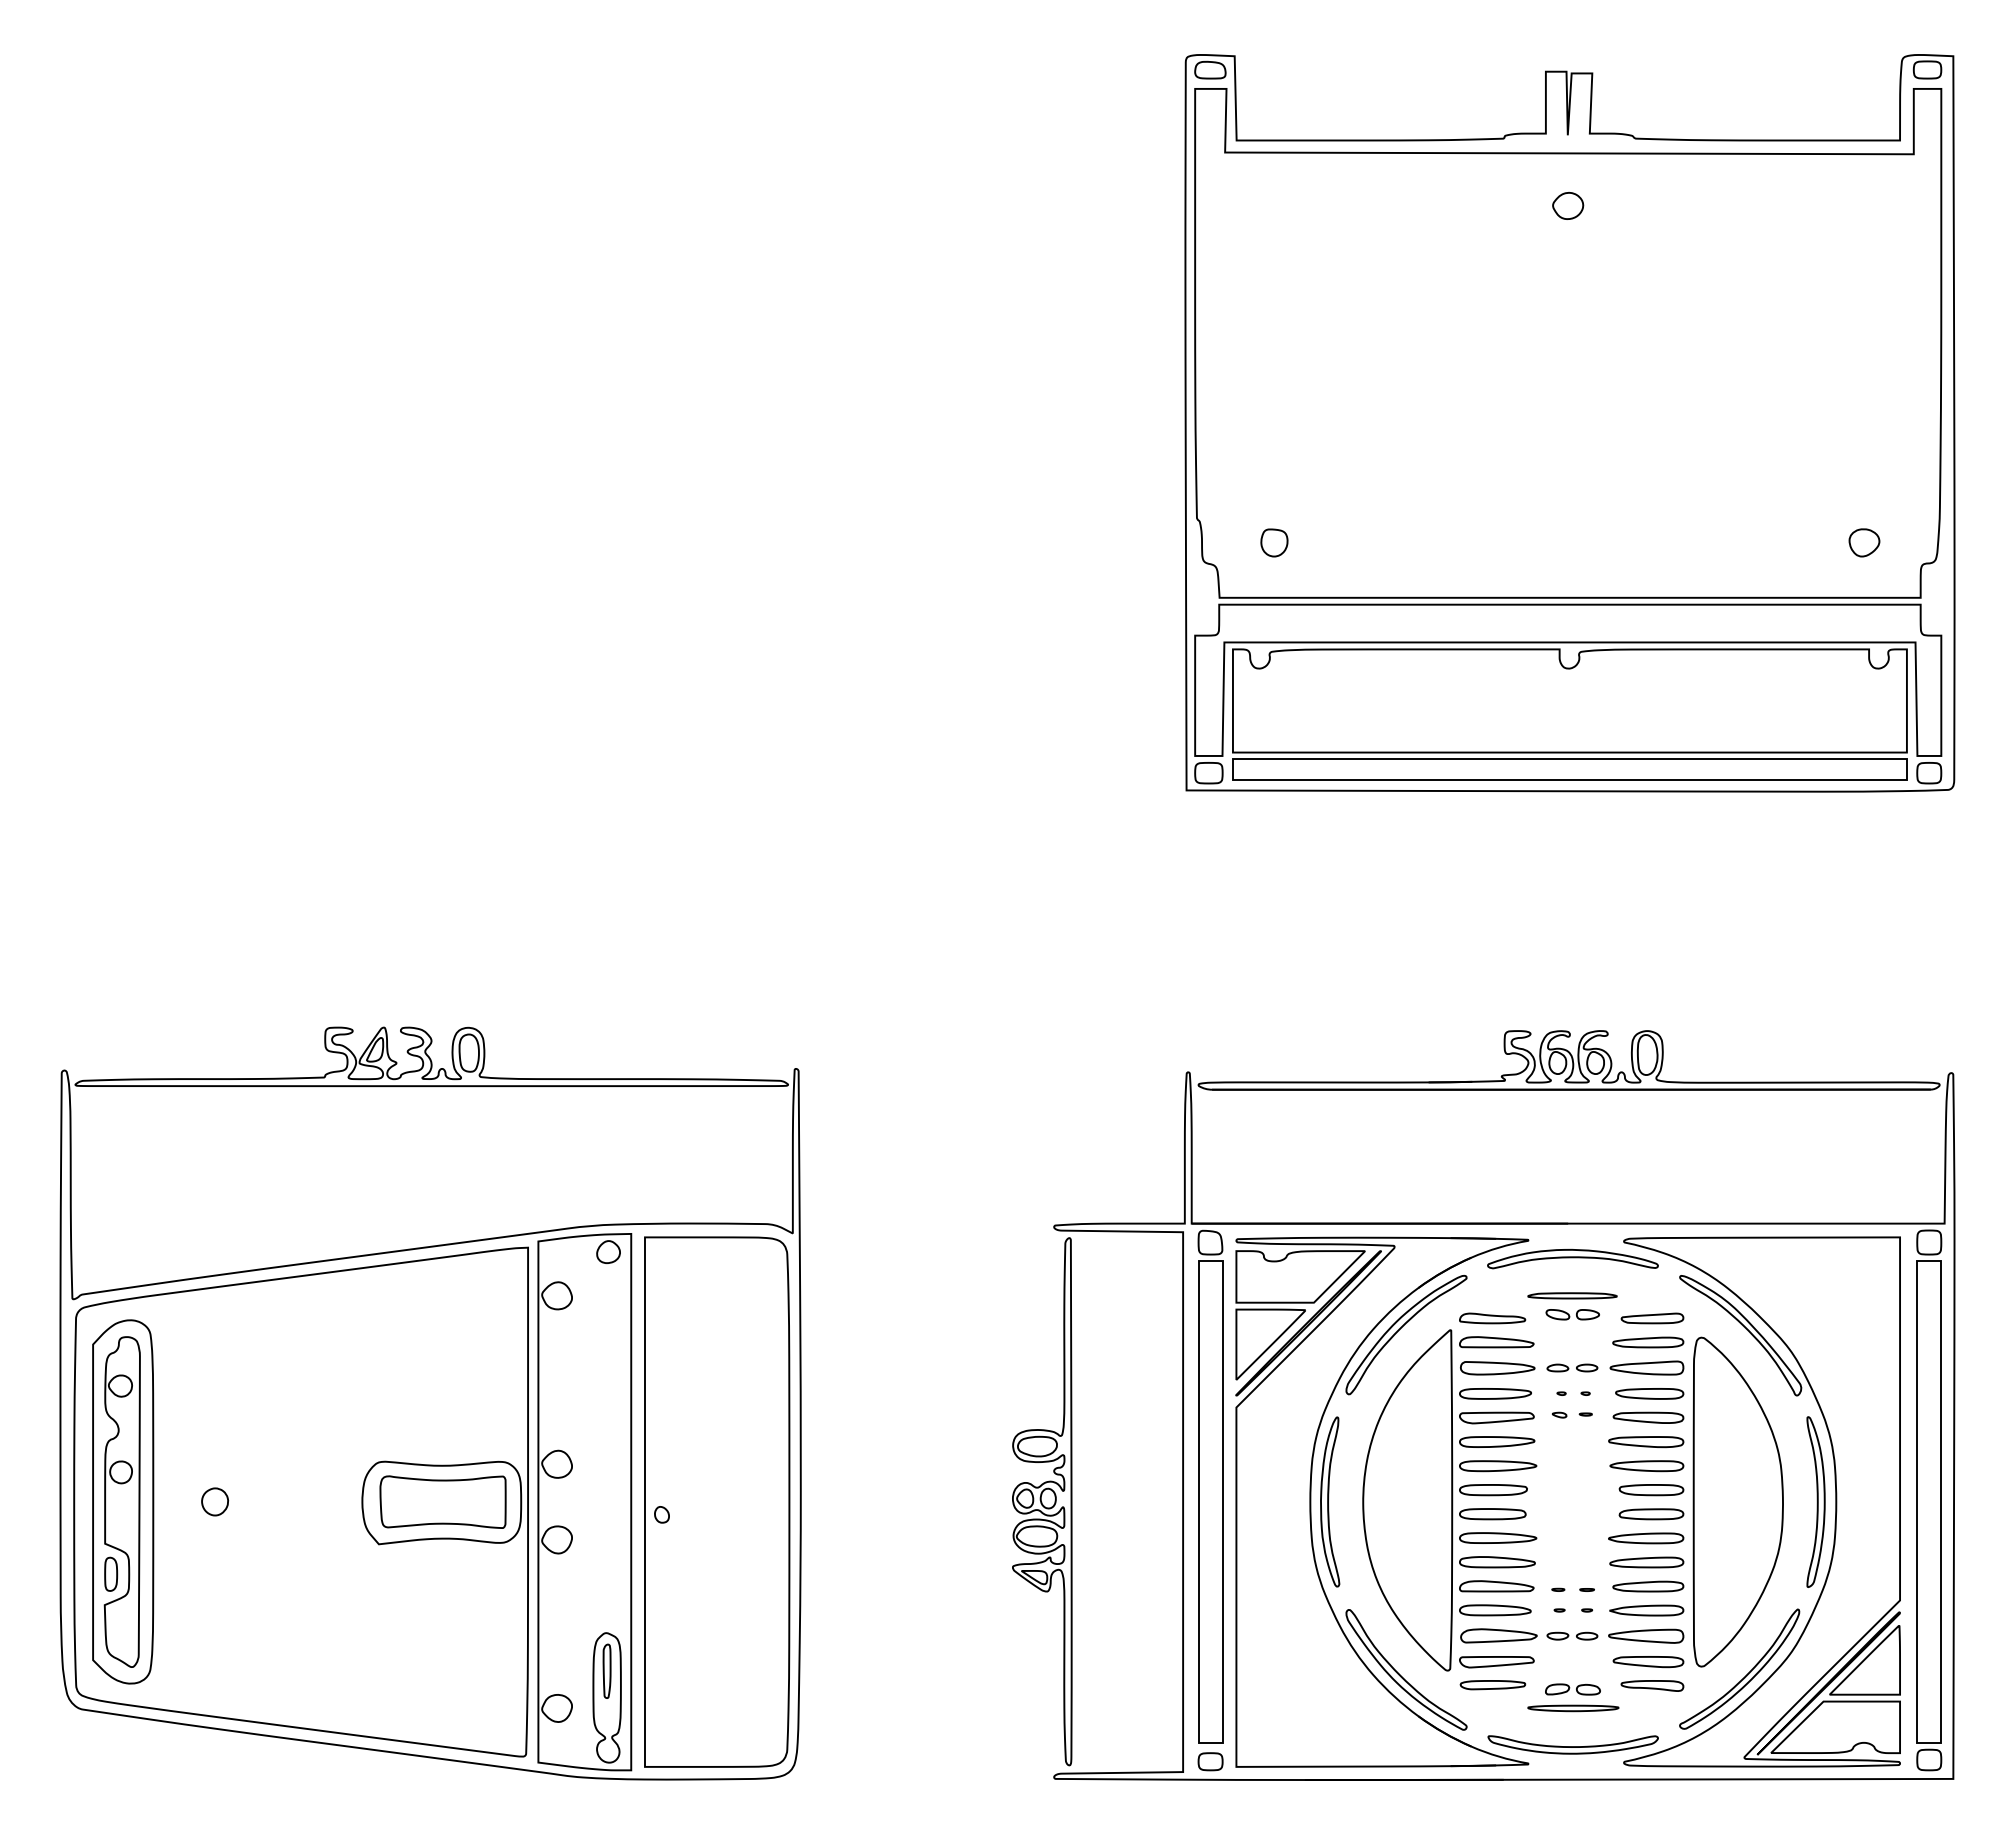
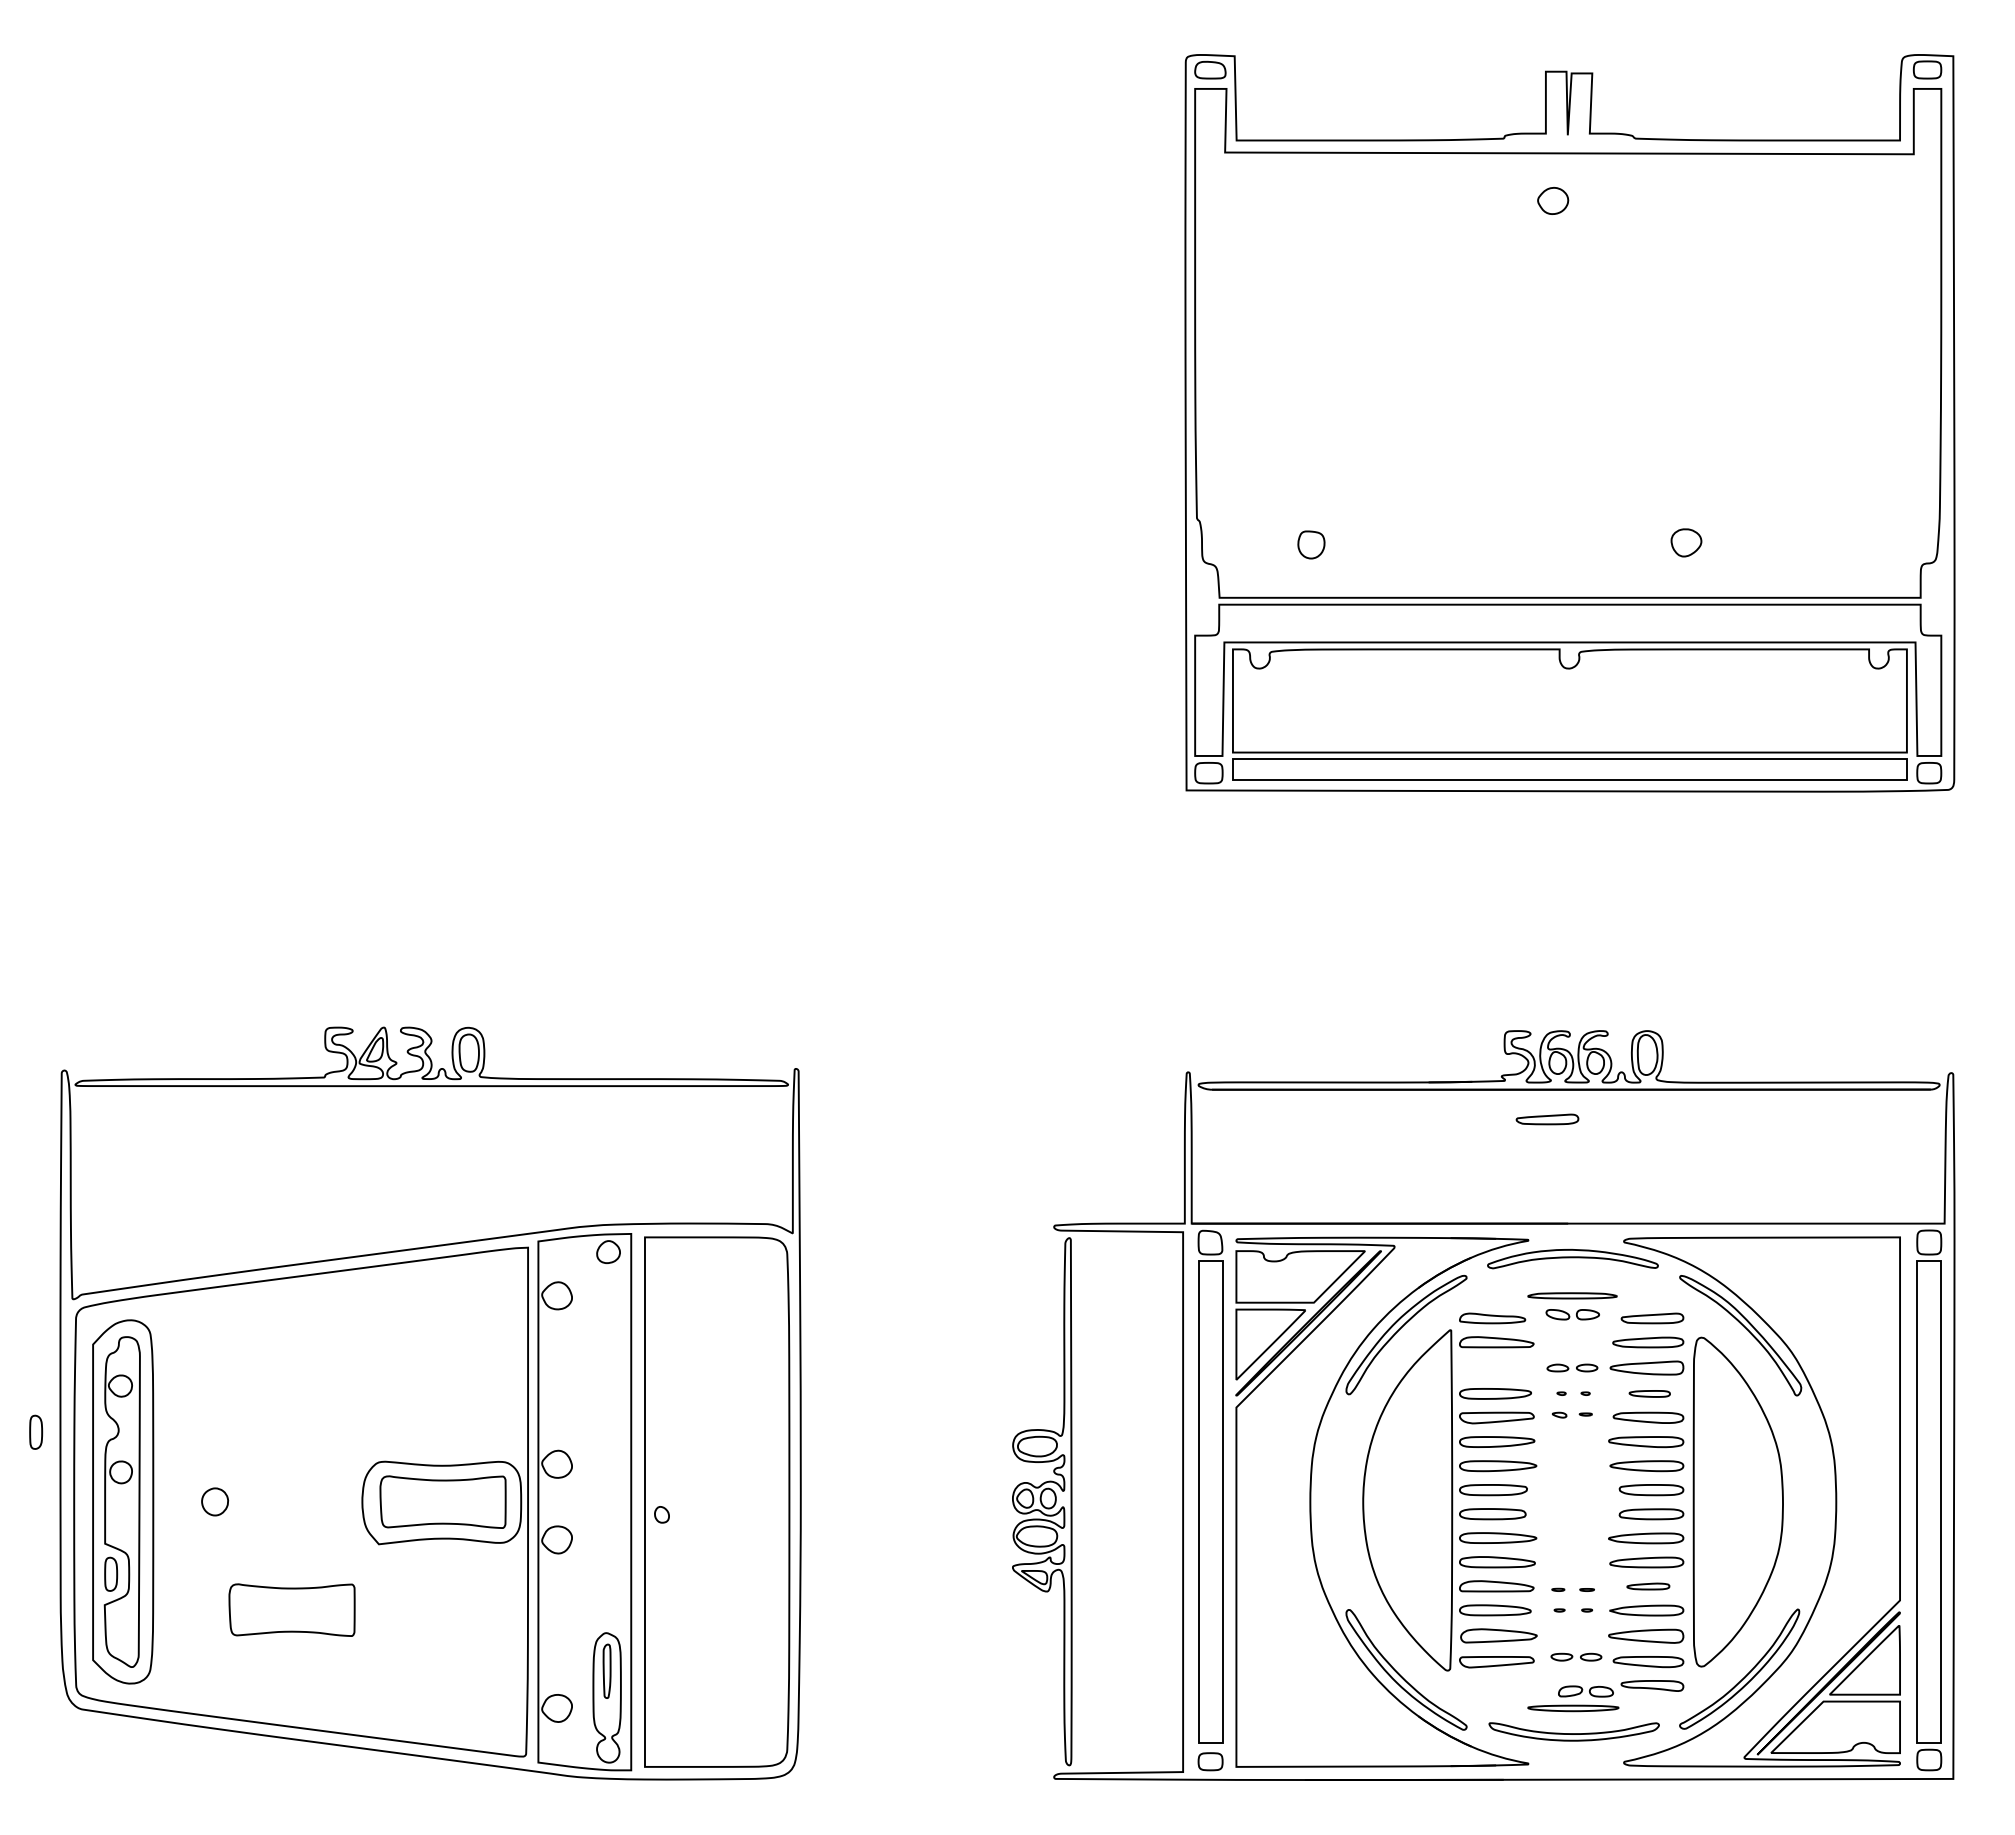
part at (1568, 205) position: (1568, 205) -> (1553, 200)
part at (1274, 542) position: (1274, 542) -> (1311, 544)
part at (1864, 542) position: (1864, 542) -> (1686, 542)
part at (1547, 1119): none -> present
part at (1497, 1368): present -> none
part at (1649, 1393) size: 70x12 px -> 43x8 px
part at (36, 1431): none -> present
part at (1330, 1501): present -> none
part at (1815, 1501): present -> none
part at (1648, 1586) size: 73x13 px -> 45x9 px
part at (291, 1609): none -> present
part at (1572, 1635) position: (1572, 1635) -> (1576, 1656)
part at (1492, 1685): present -> none
part at (1572, 1689) position: (1572, 1689) -> (1585, 1691)
part at (1572, 1744) position: (1572, 1744) -> (1573, 1731)
